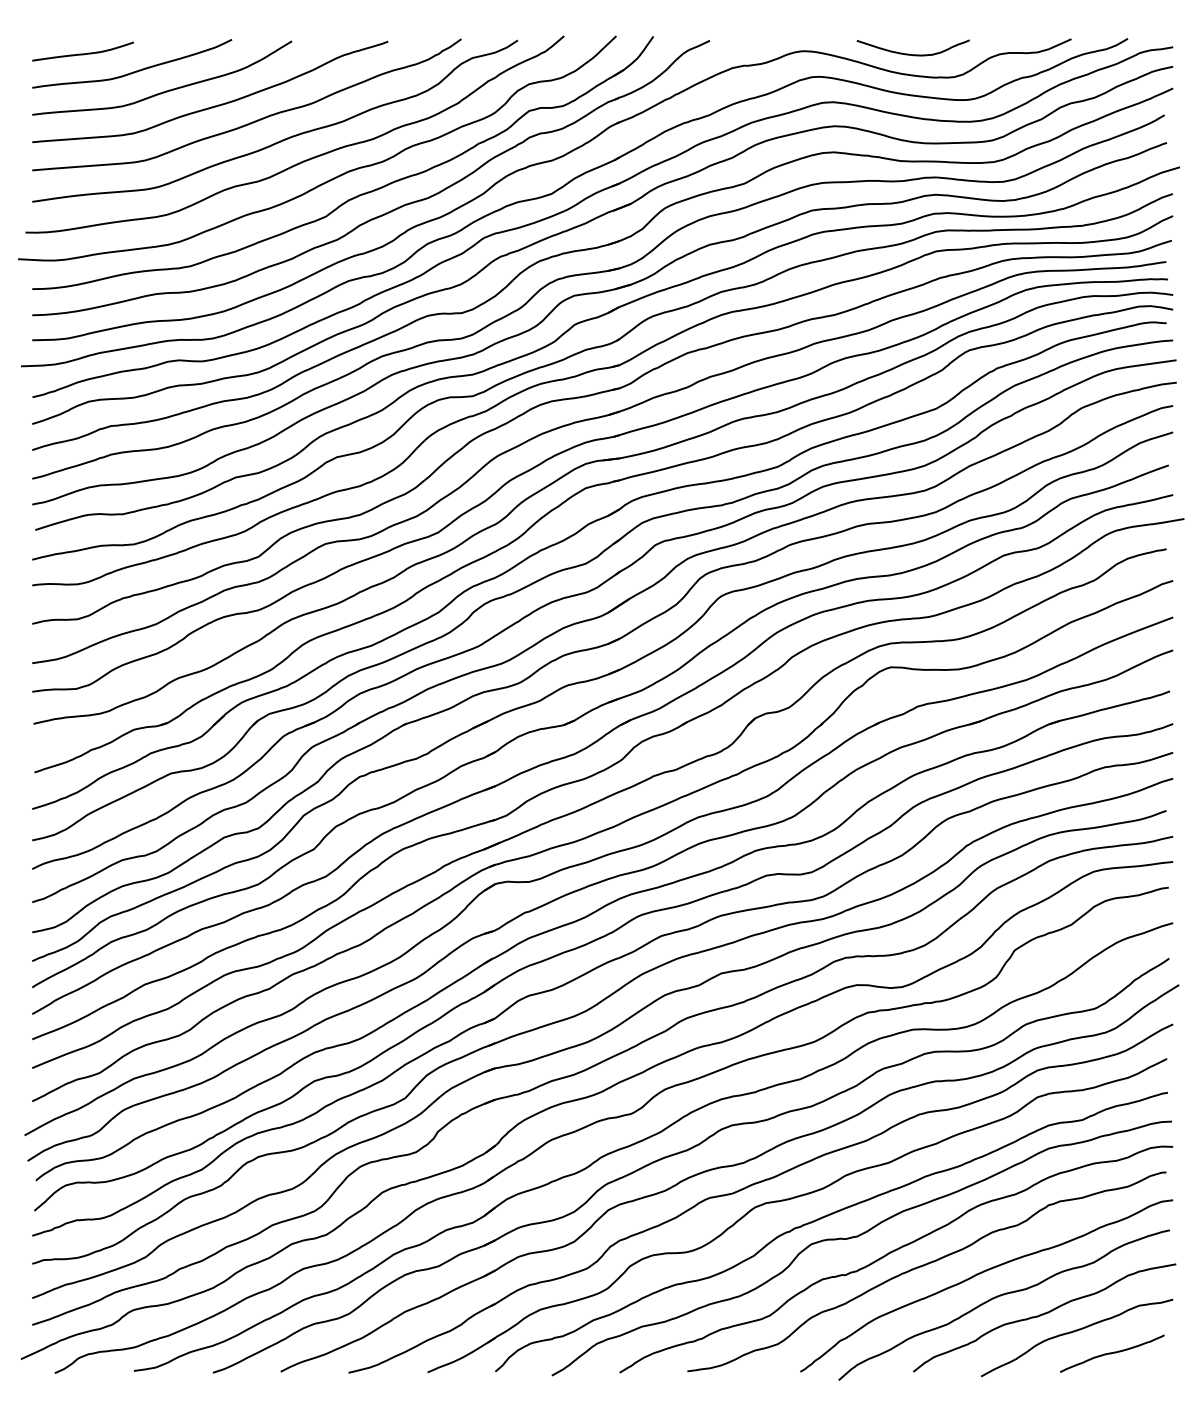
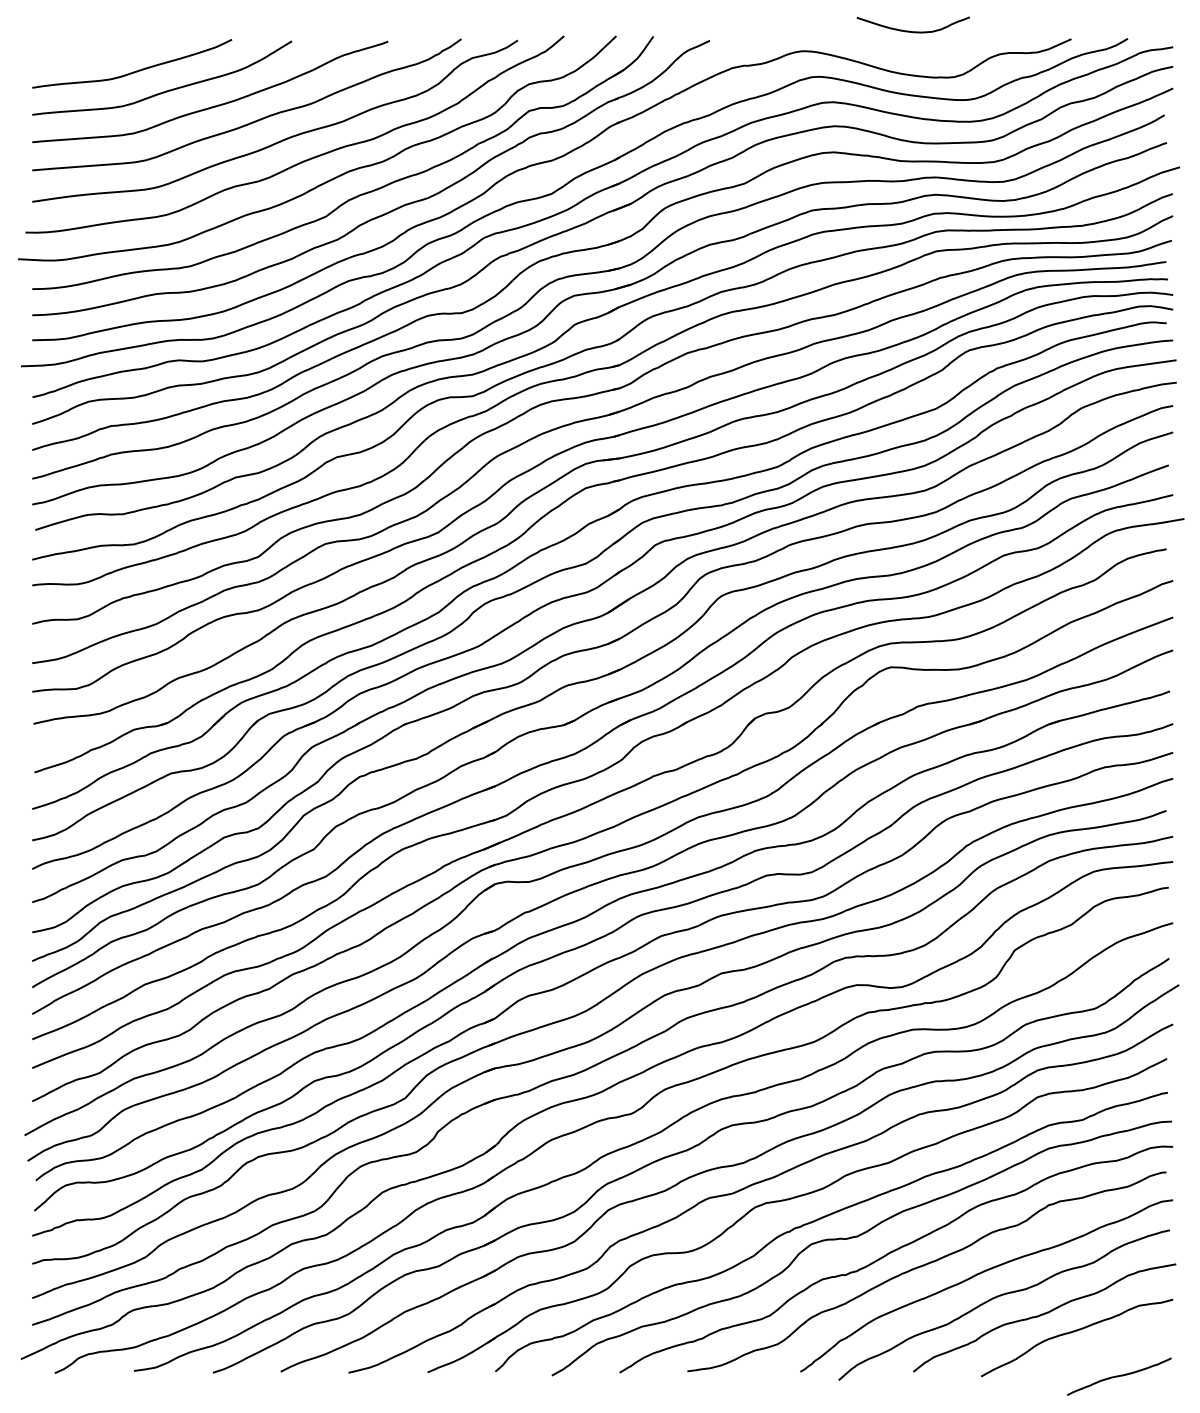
curve at (82, 53): present -> none
curve at (909, 53) position: (909, 53) -> (909, 30)
curve at (1112, 1353) position: (1112, 1353) -> (1119, 1376)
